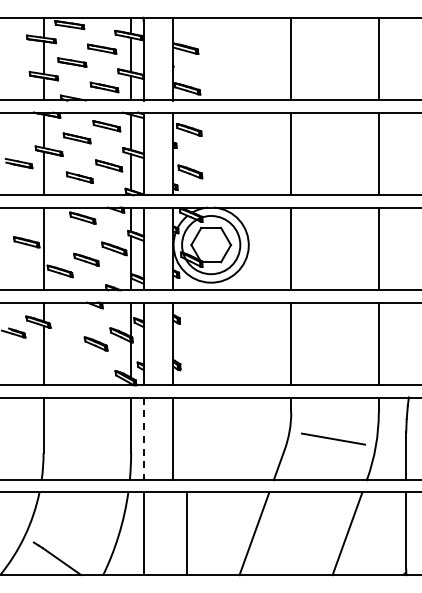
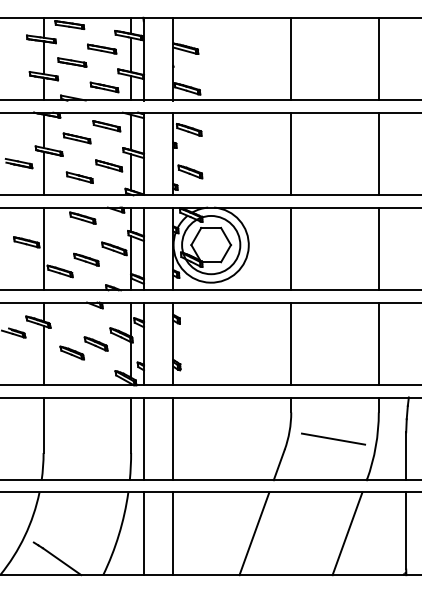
part at (71, 352): none -> present
line at (143, 439): dashed -> solid
line at (187, 533) position: (187, 533) -> (173, 533)
